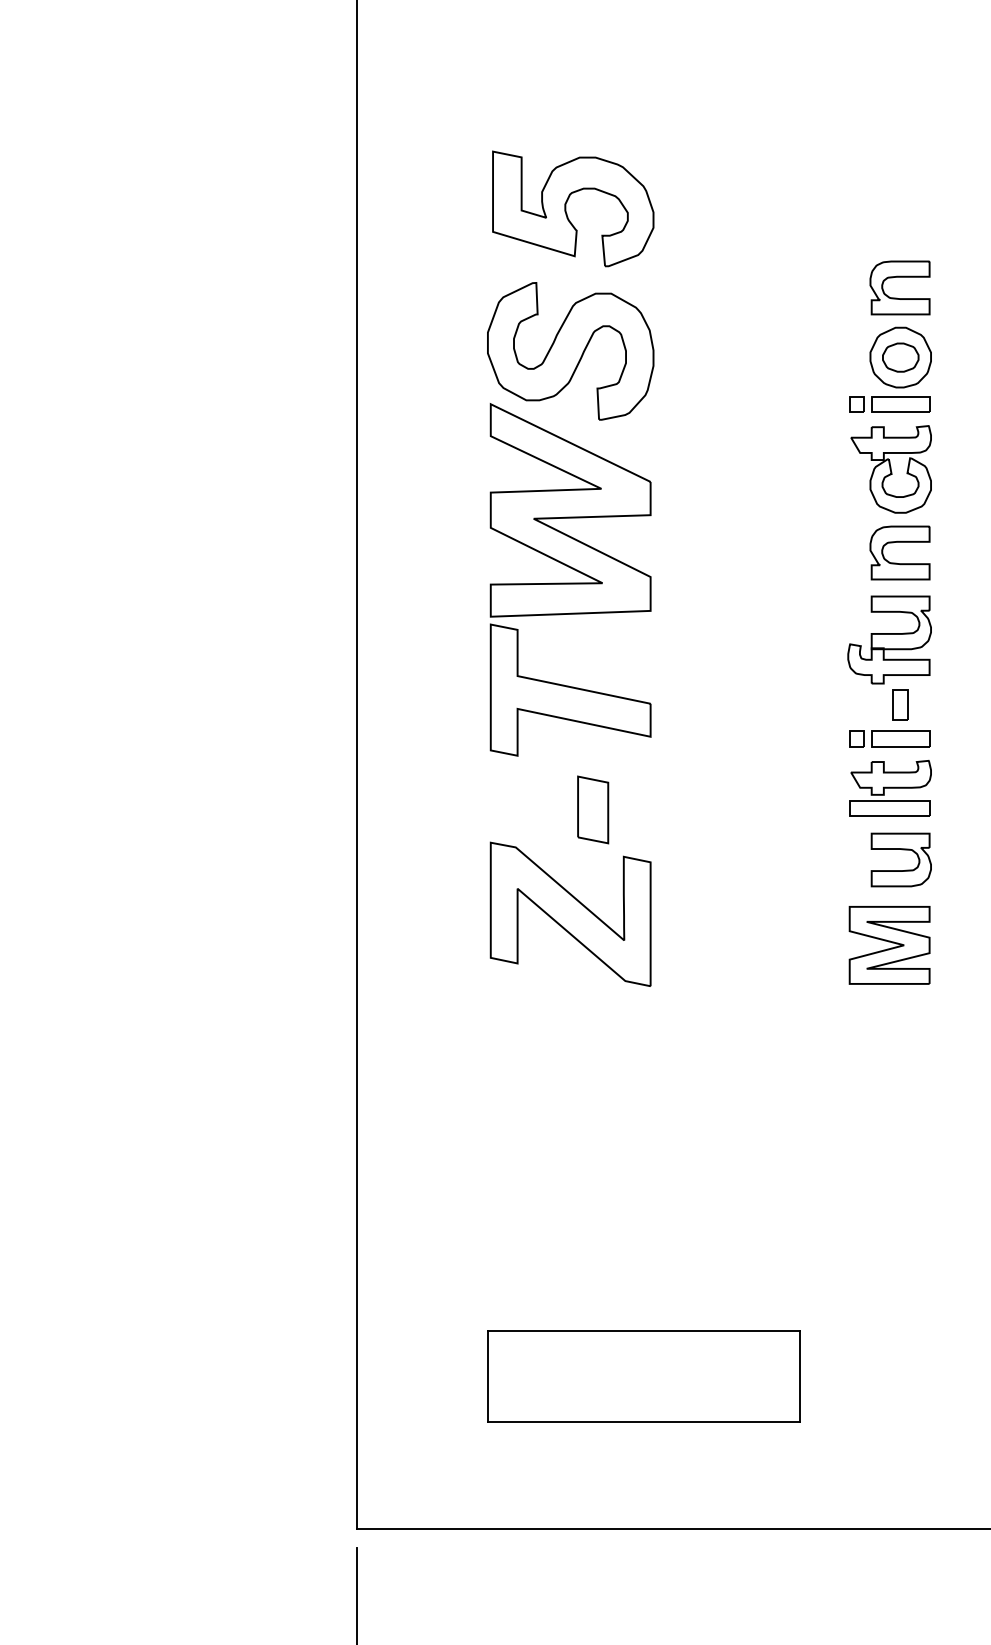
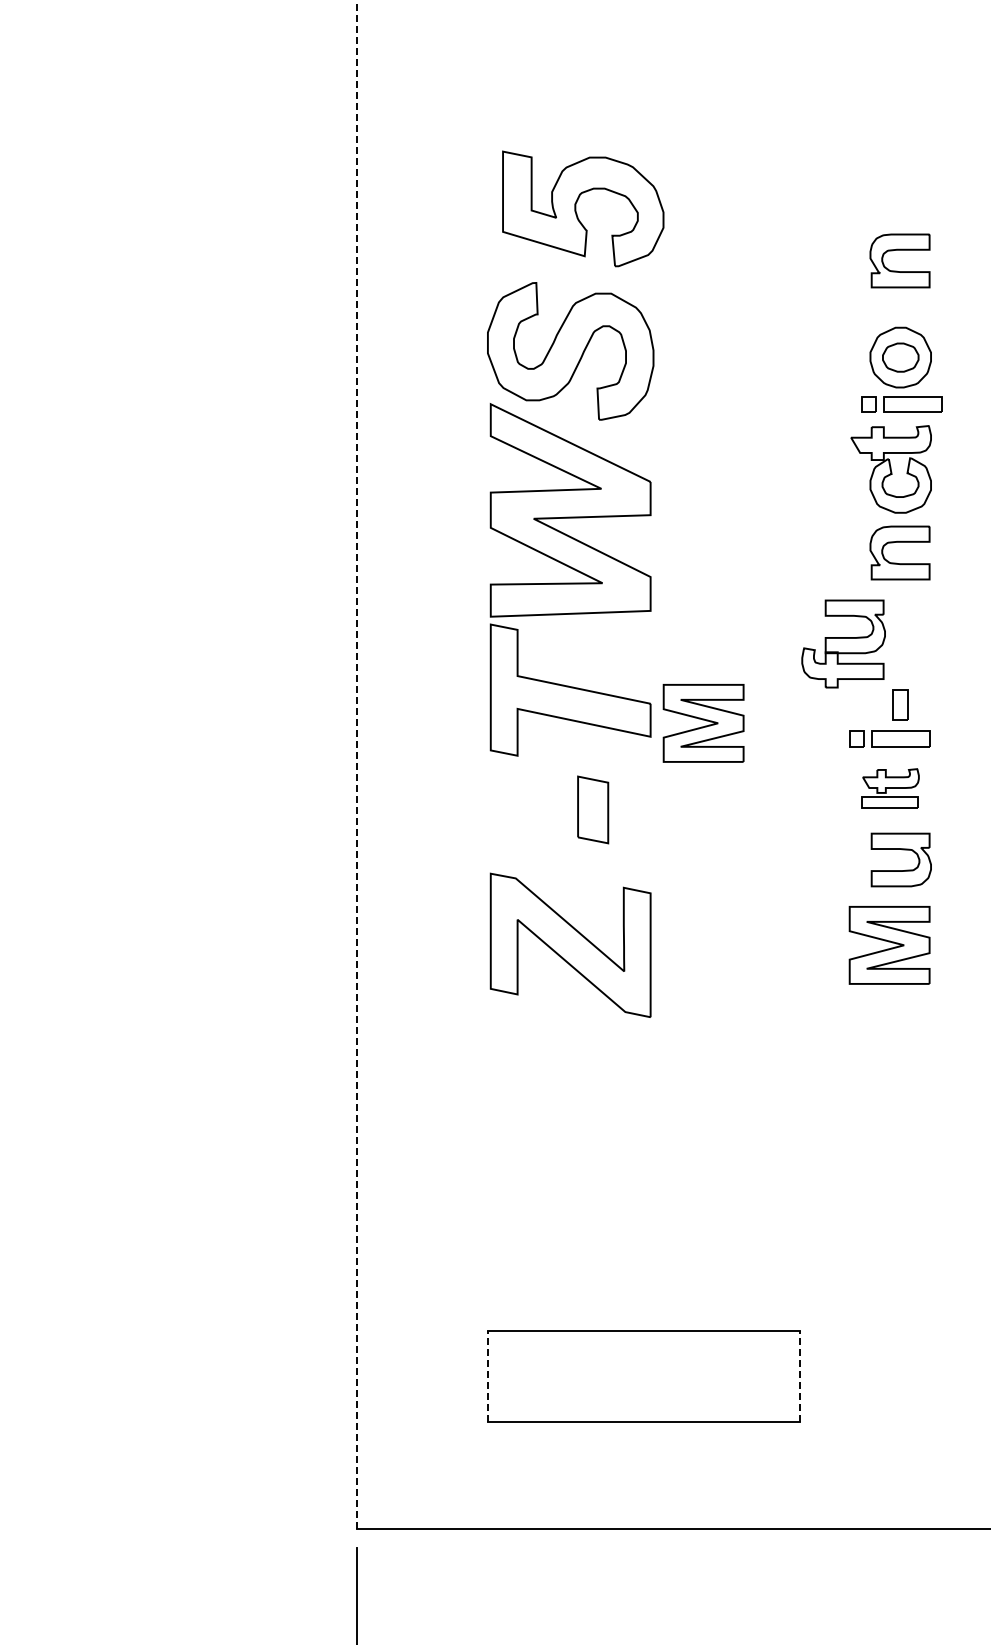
part at (566, 208) position: (566, 208) -> (576, 208)
part at (899, 277) position: (899, 277) -> (899, 250)
part at (889, 404) position: (889, 404) -> (901, 404)
part at (889, 639) position: (889, 639) -> (843, 643)
part at (703, 723): none -> present
line at (357, 764): solid -> dashed
part at (890, 788) size: 83x57 px -> 59x41 px
part at (570, 913) position: (570, 913) -> (570, 944)
line at (487, 1375): solid -> dashed
line at (799, 1375): solid -> dashed
